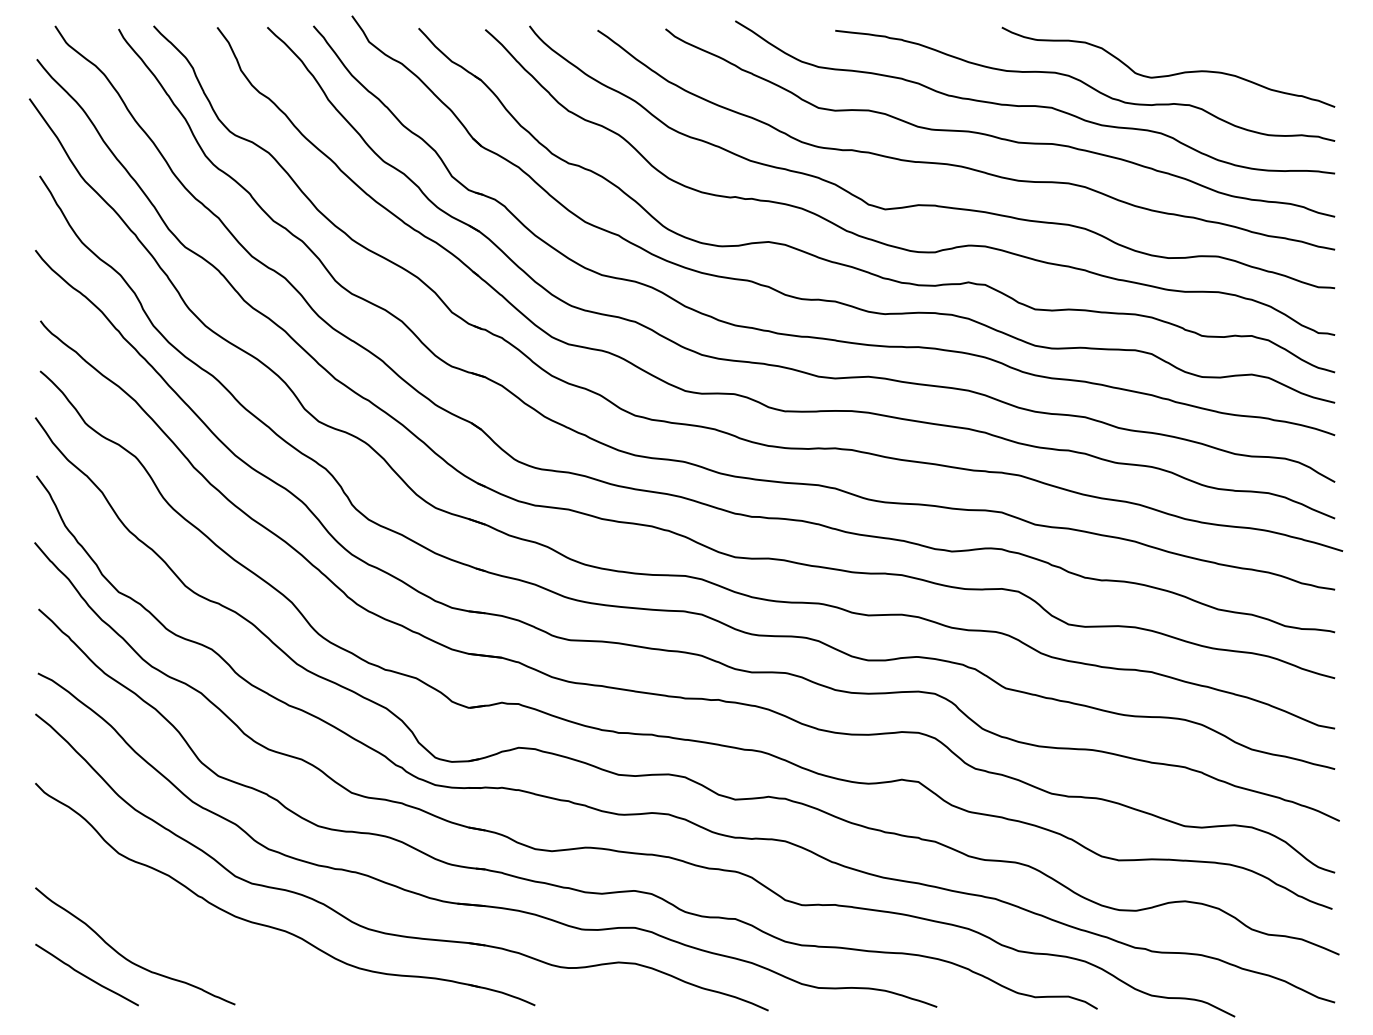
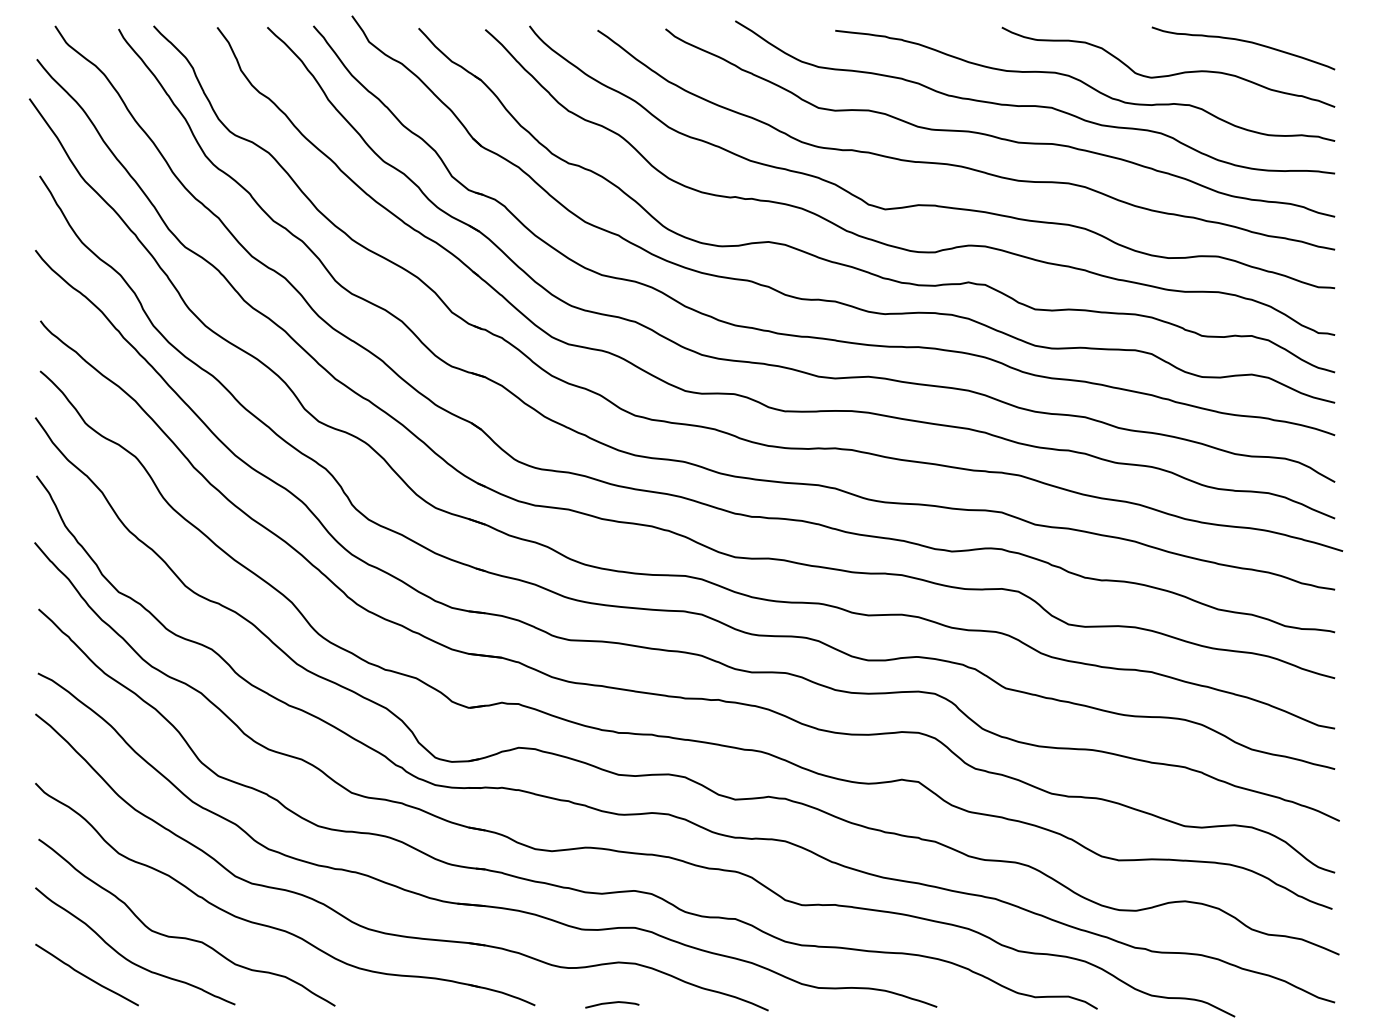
curve at (1245, 42): none -> present
curve at (186, 937): none -> present
curve at (612, 1003): none -> present
